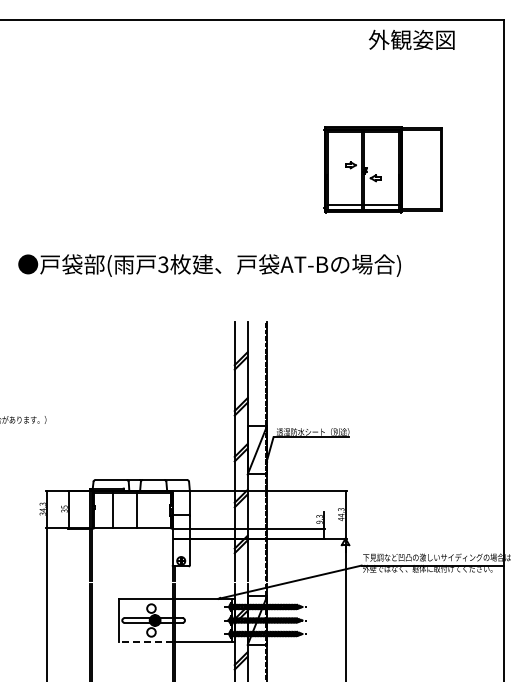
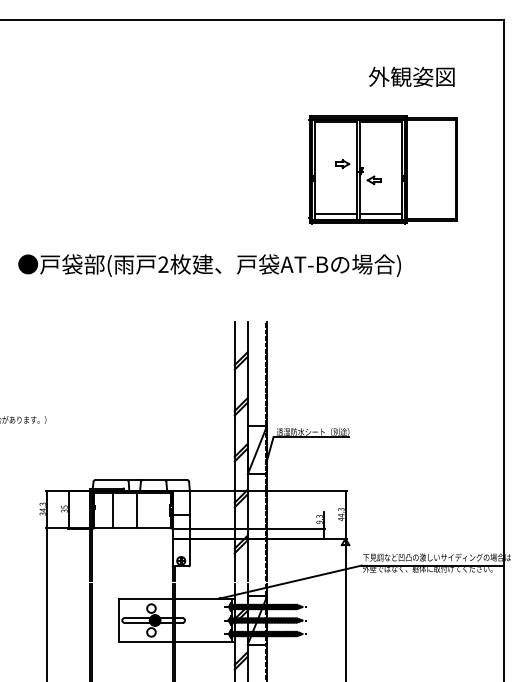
text at (411, 39) position: (411, 39) -> (411, 76)
part at (382, 169) size: 120x88 px -> 150x110 px
text at (163, 264): 3 -> 2
line at (145, 642): dashed -> solid
